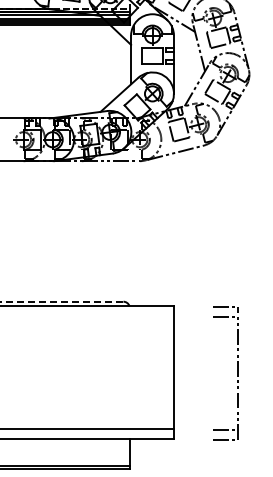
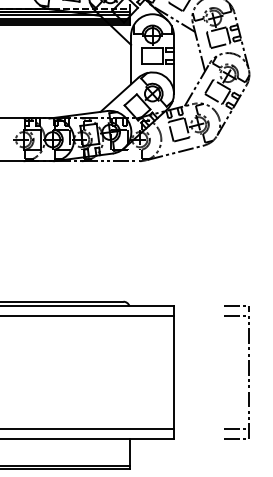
line at (61, 301): dashed -> solid
line at (87, 316): none -> present
part at (237, 373) position: (237, 373) -> (248, 372)
